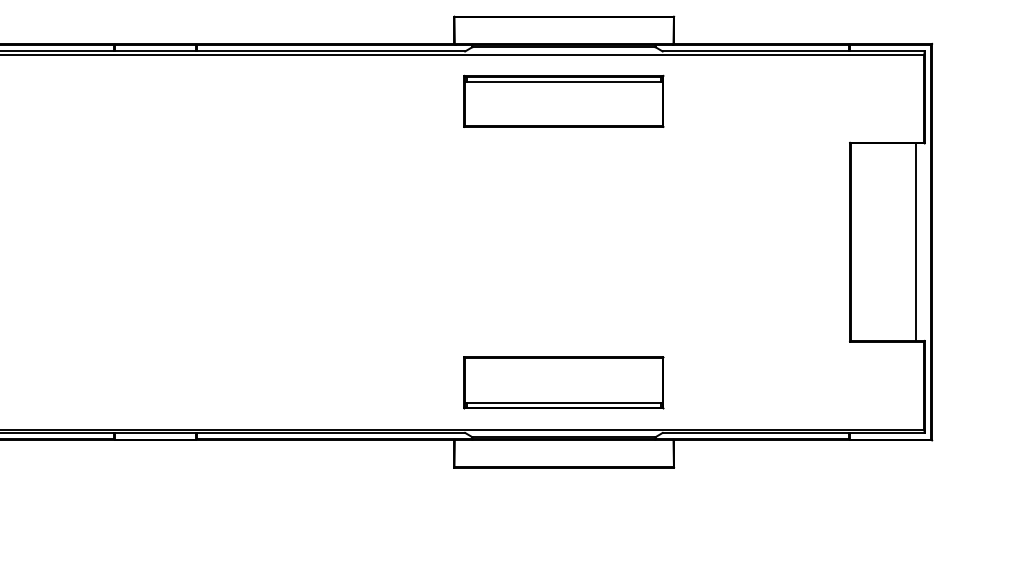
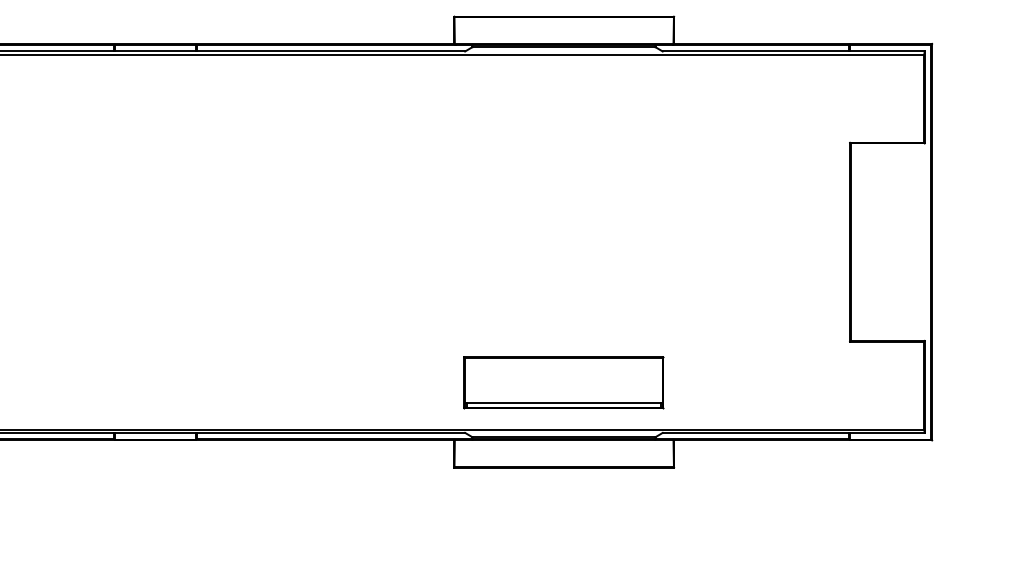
part at (563, 100): present -> none
line at (916, 241): present -> none
